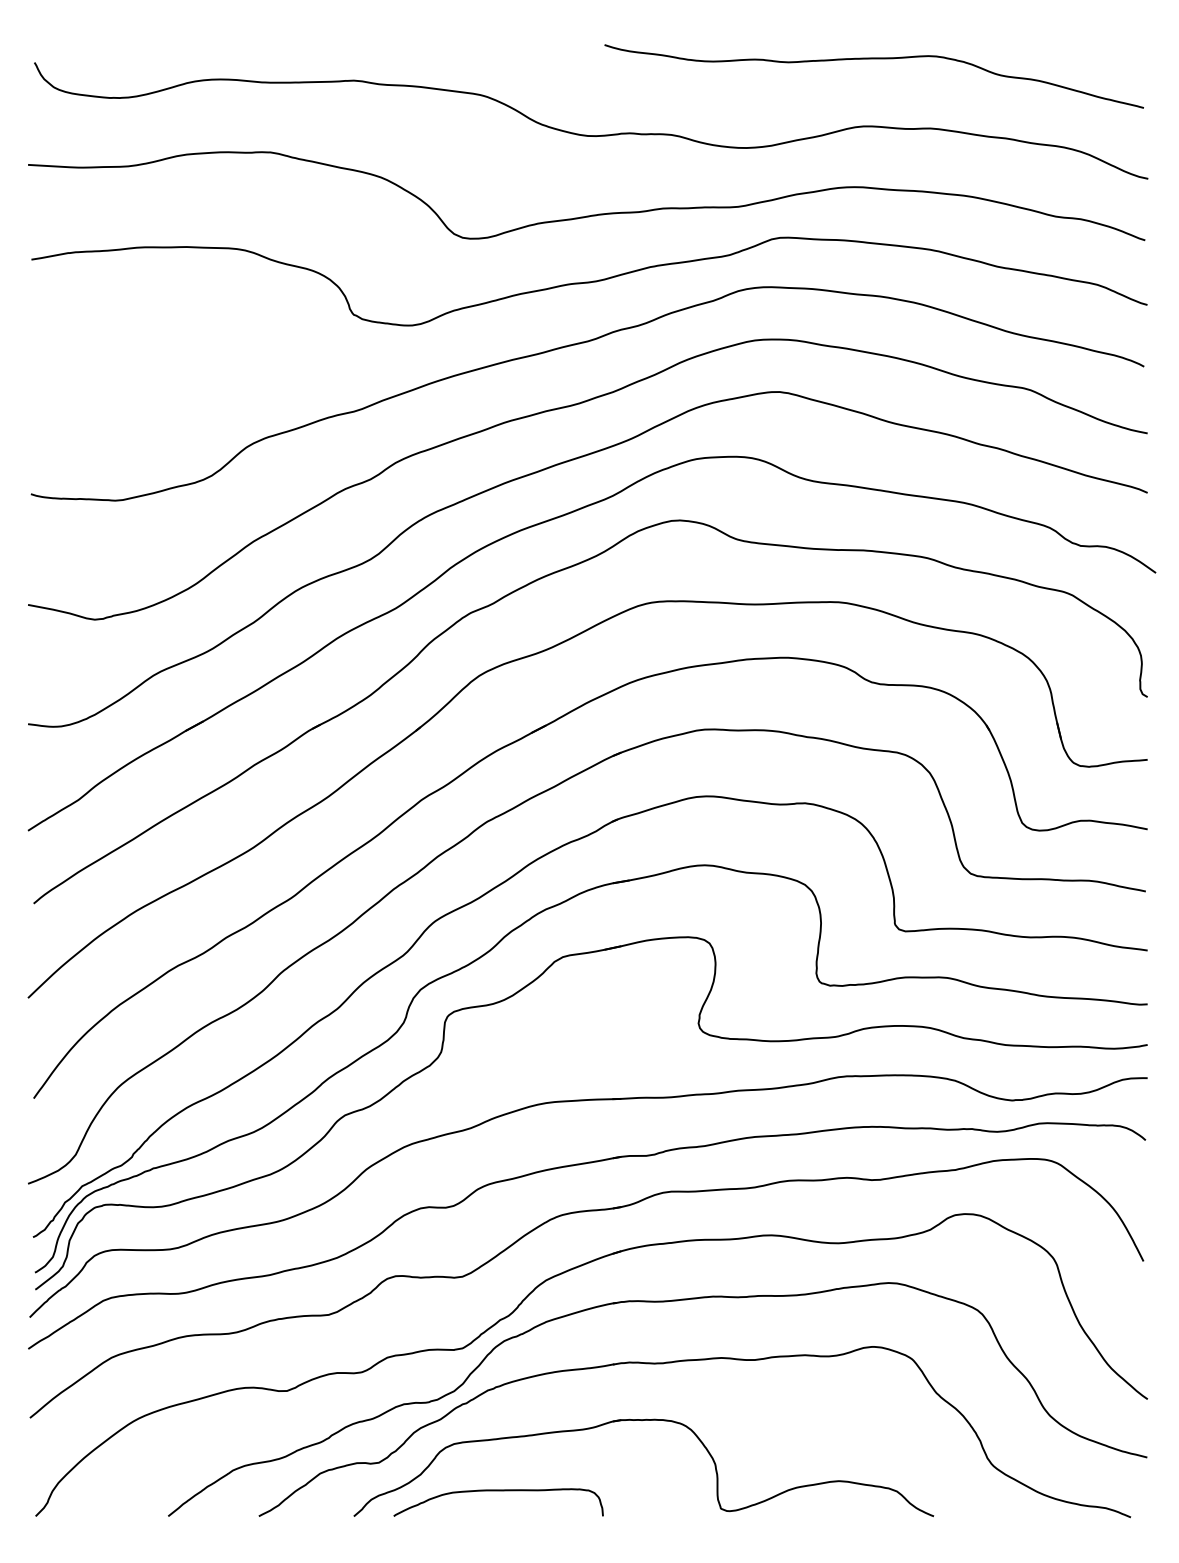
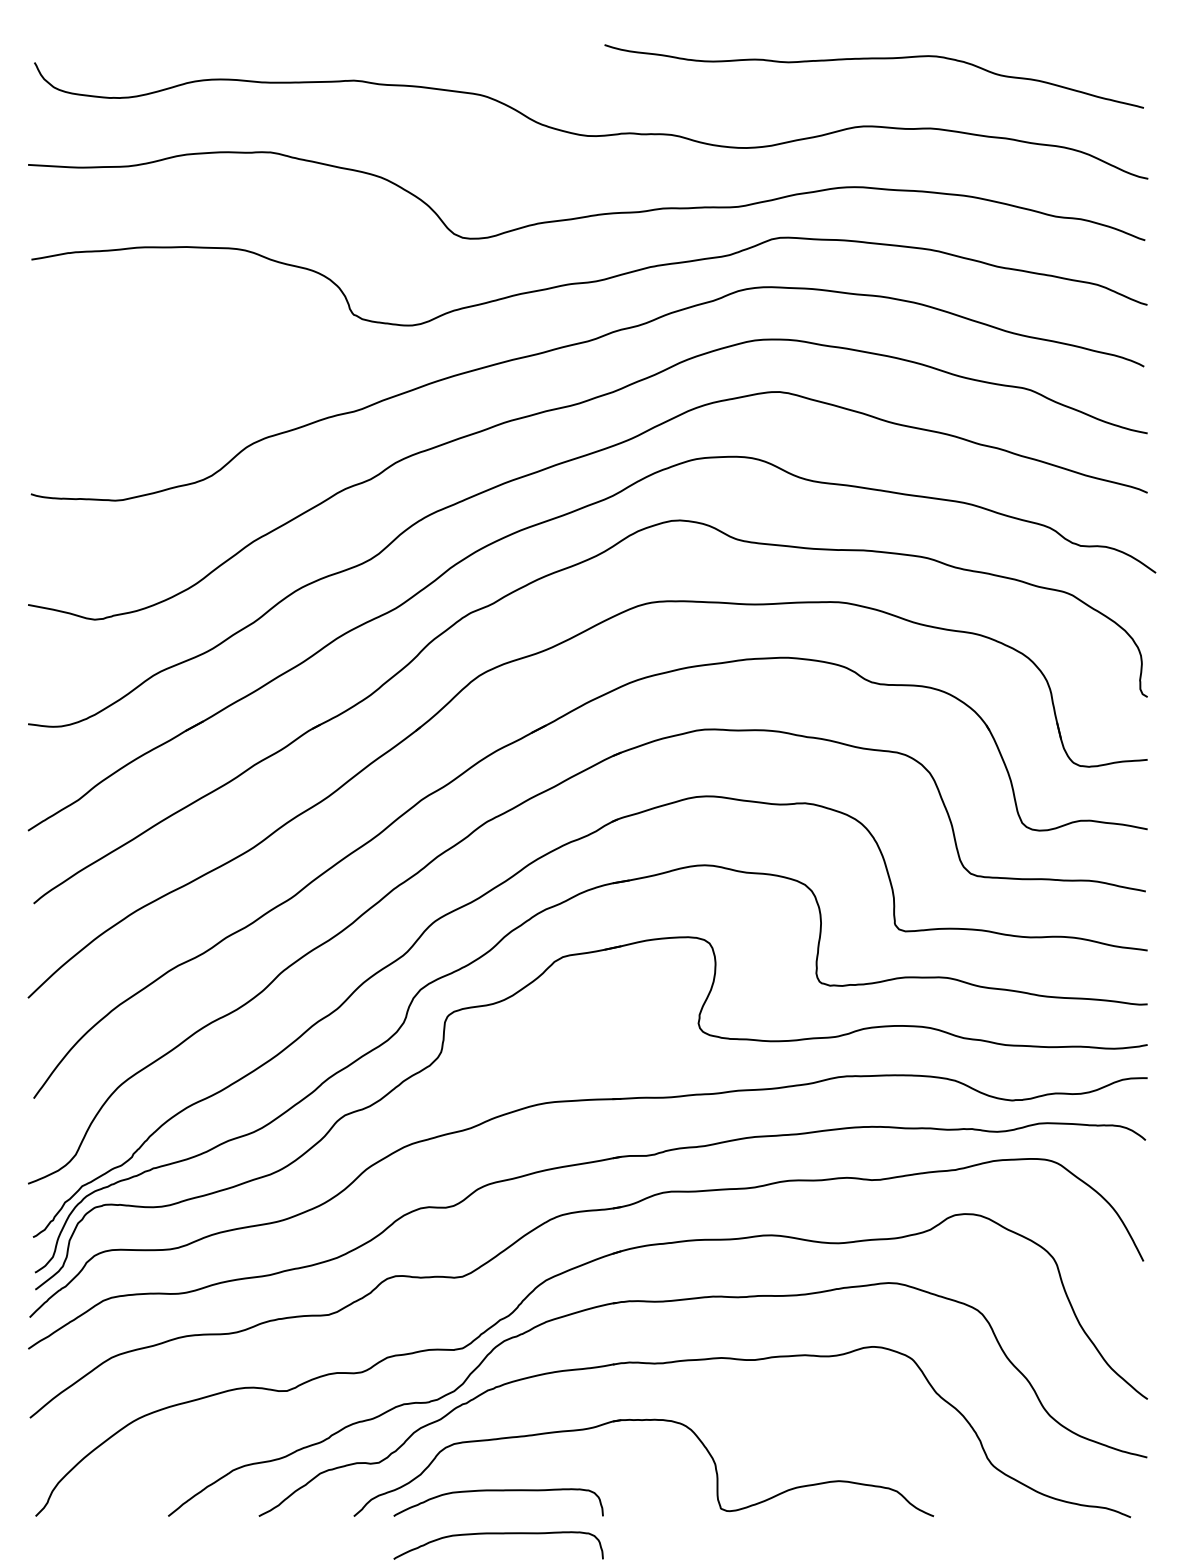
curve at (498, 1534): none -> present
